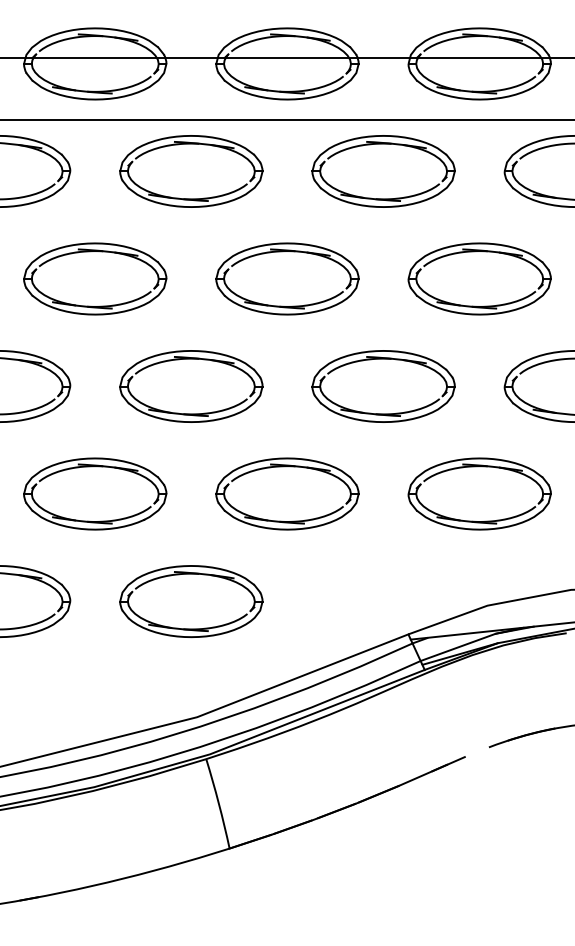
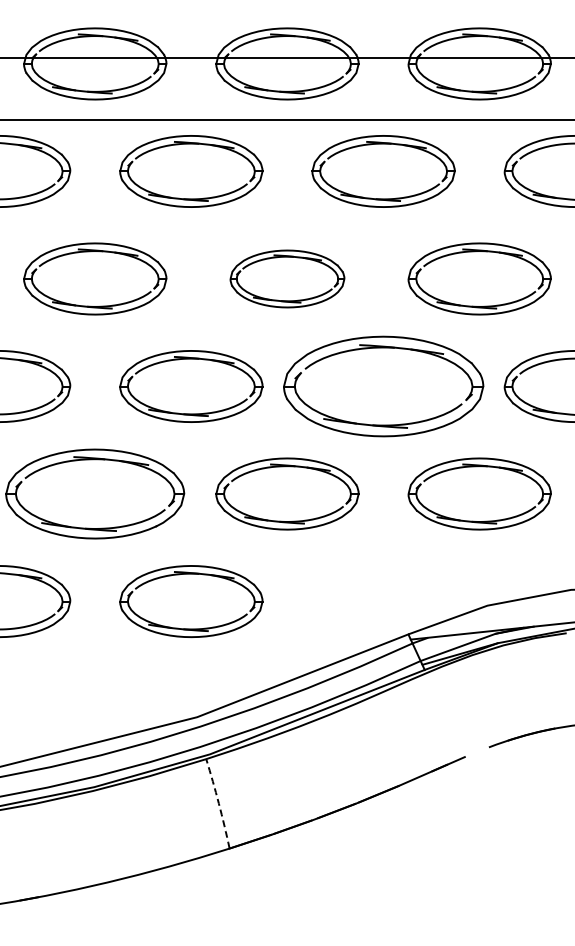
part at (287, 278) size: 145x74 px -> 117x60 px
part at (383, 386) size: 145x73 px -> 202x103 px
part at (95, 493) size: 145x74 px -> 181x92 px
arc at (218, 803): solid -> dashed
